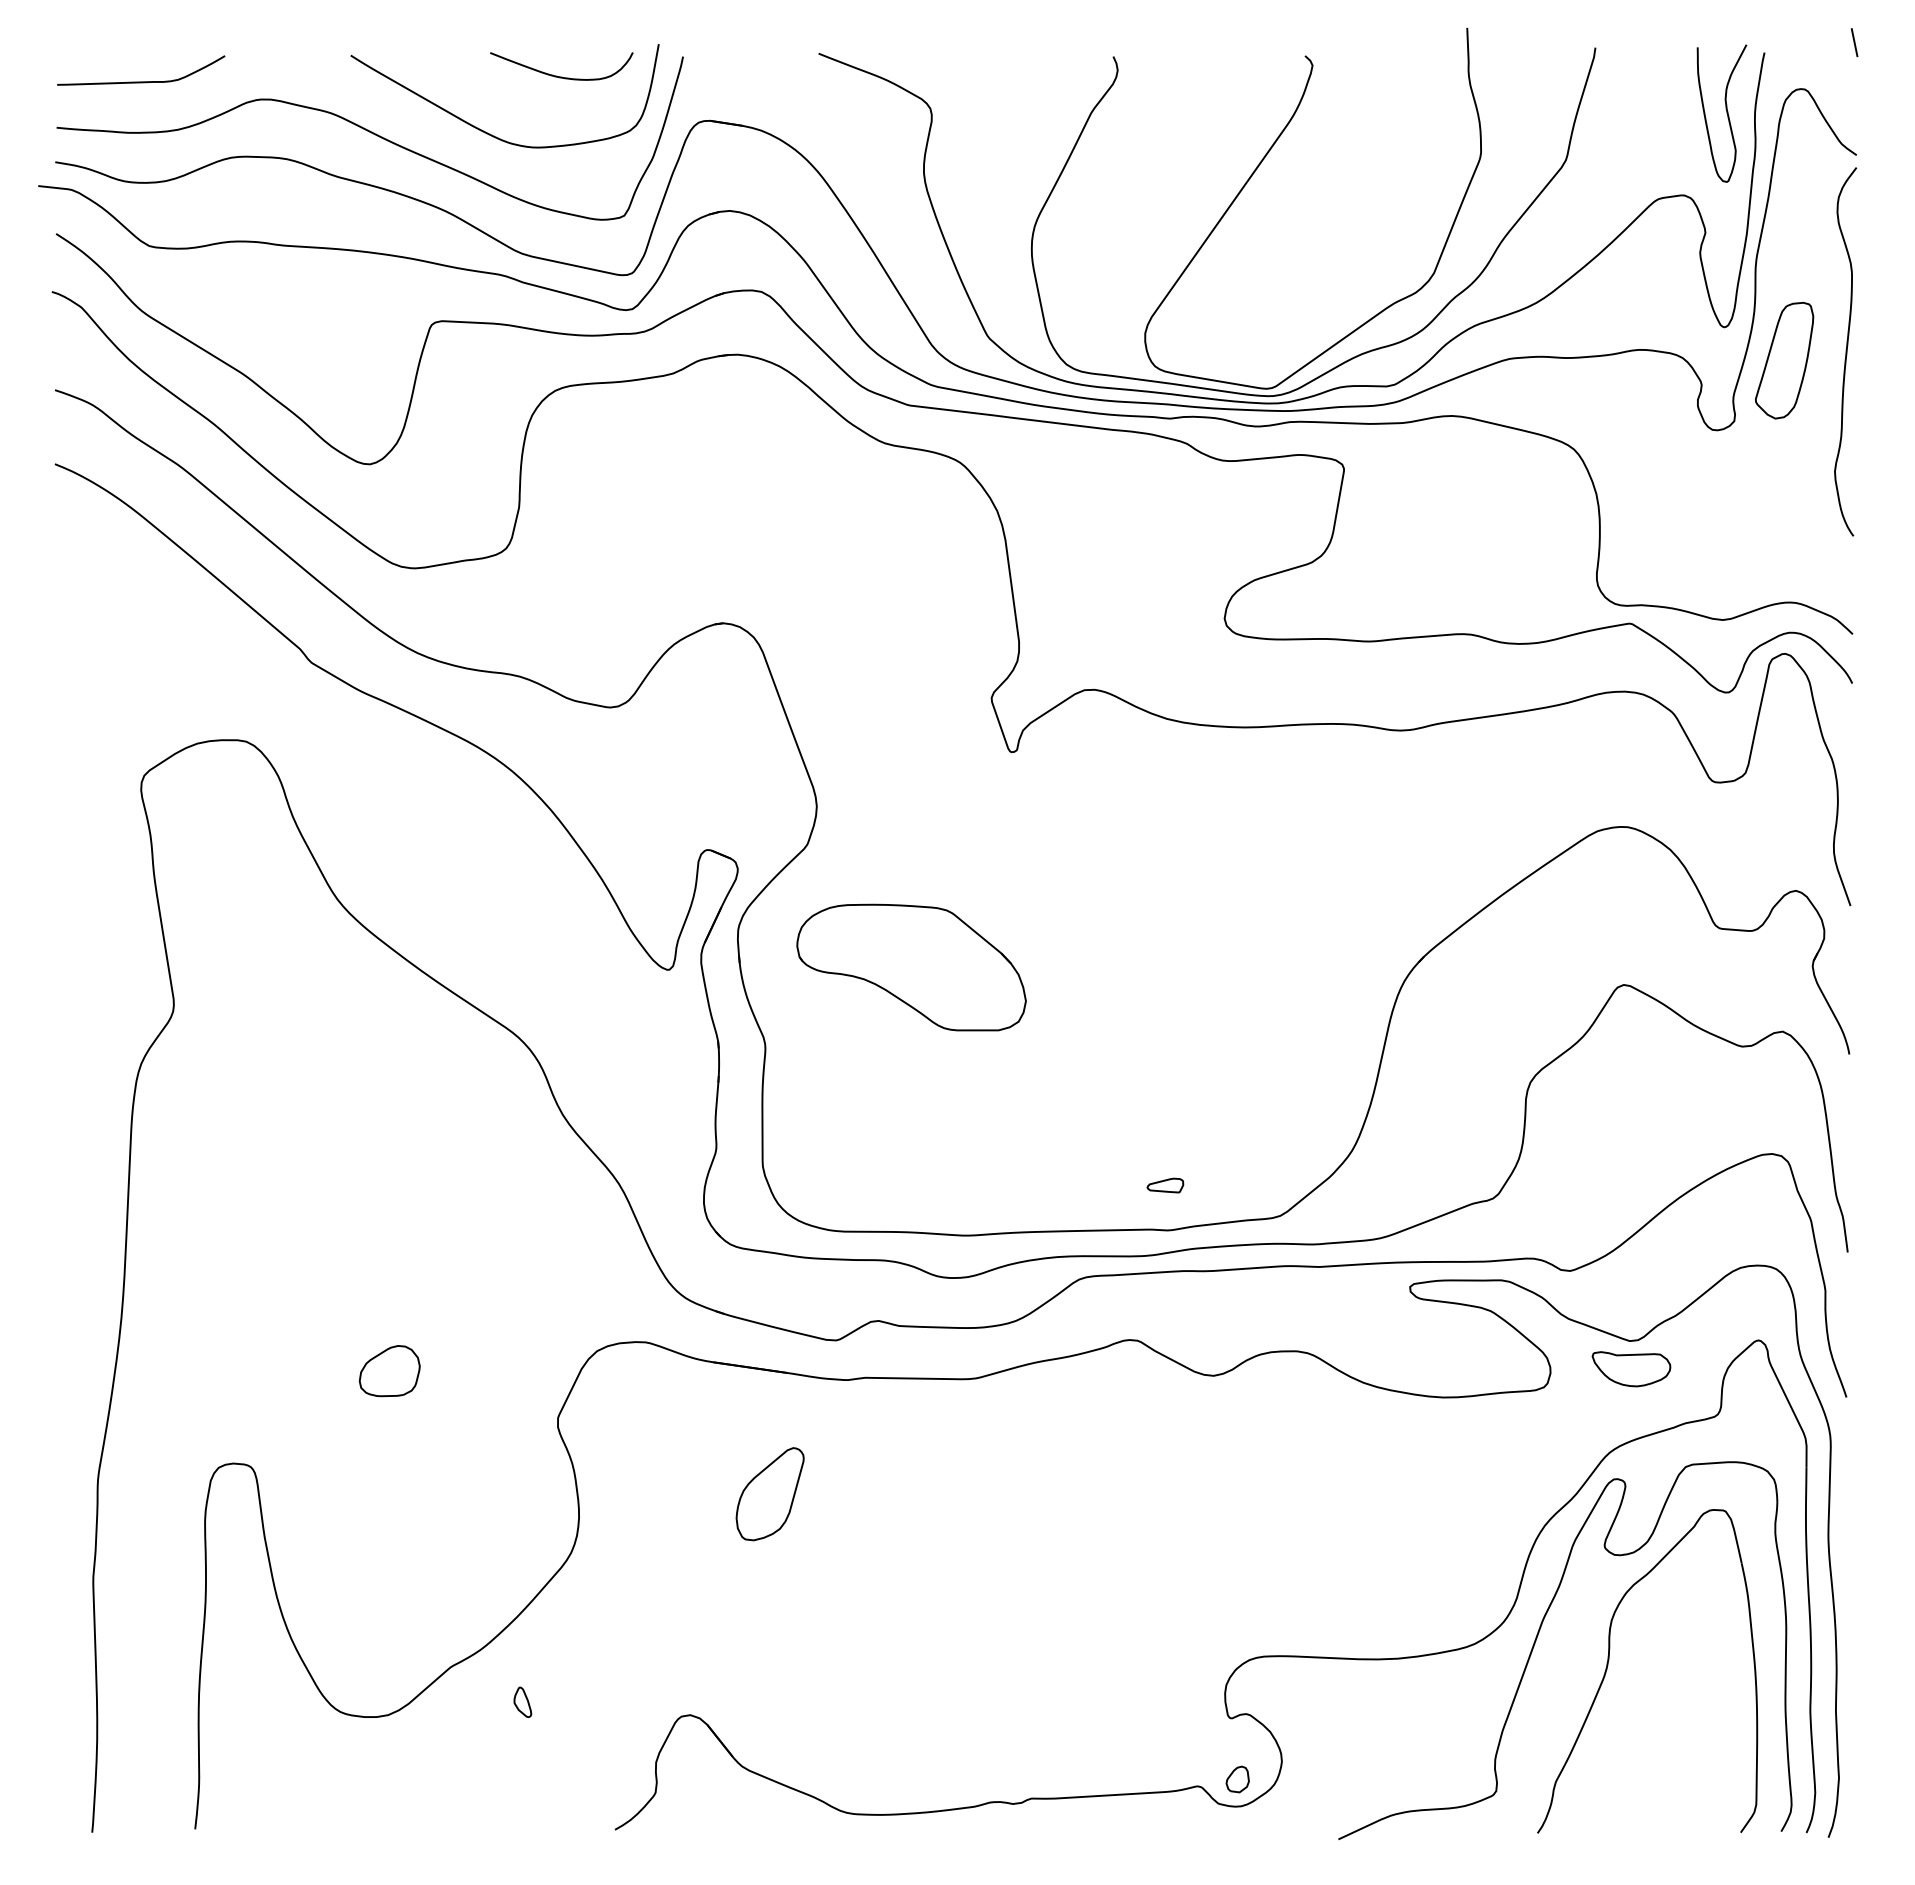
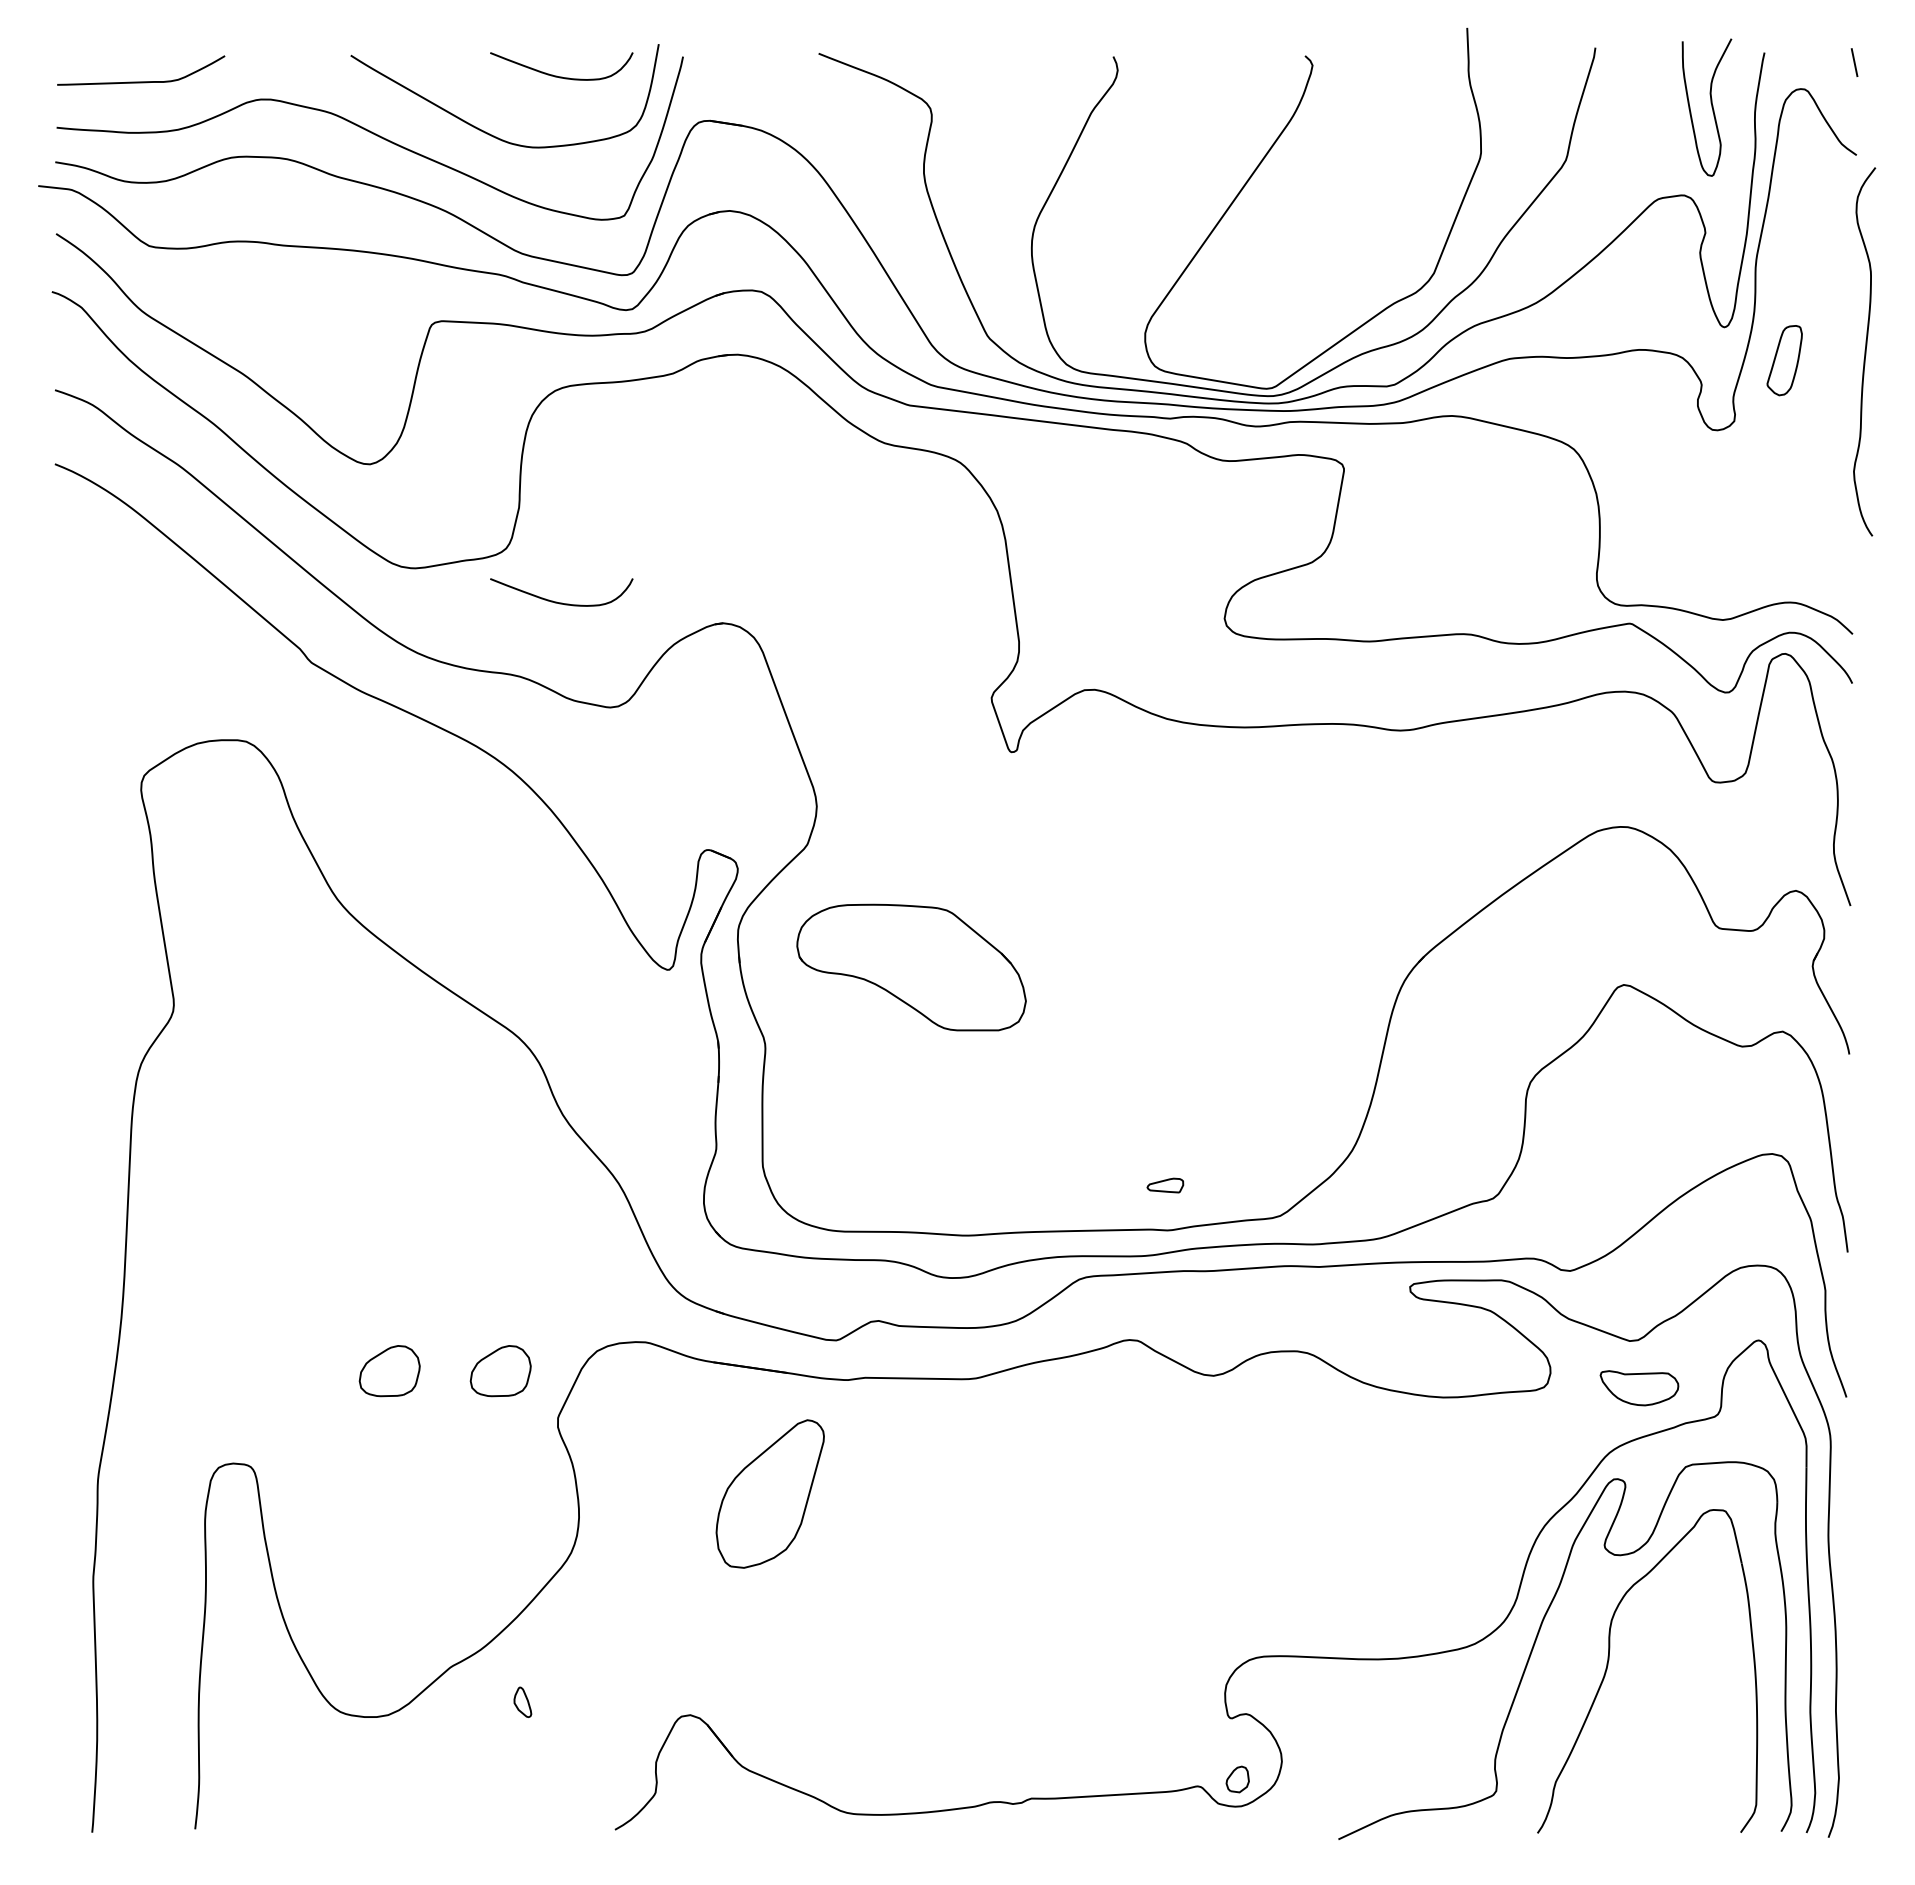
line at (1854, 42) position: (1854, 42) -> (1854, 62)
curve at (1726, 113) position: (1726, 113) -> (1711, 107)
curve at (1845, 351) position: (1845, 351) -> (1864, 351)
part at (1784, 360) size: 60x119 px -> 37x72 px
curve at (561, 602): none -> present
part at (1631, 1369) position: (1631, 1369) -> (1639, 1388)
part at (500, 1371): none -> present
part at (769, 1494) size: 70x95 px -> 110x150 px
